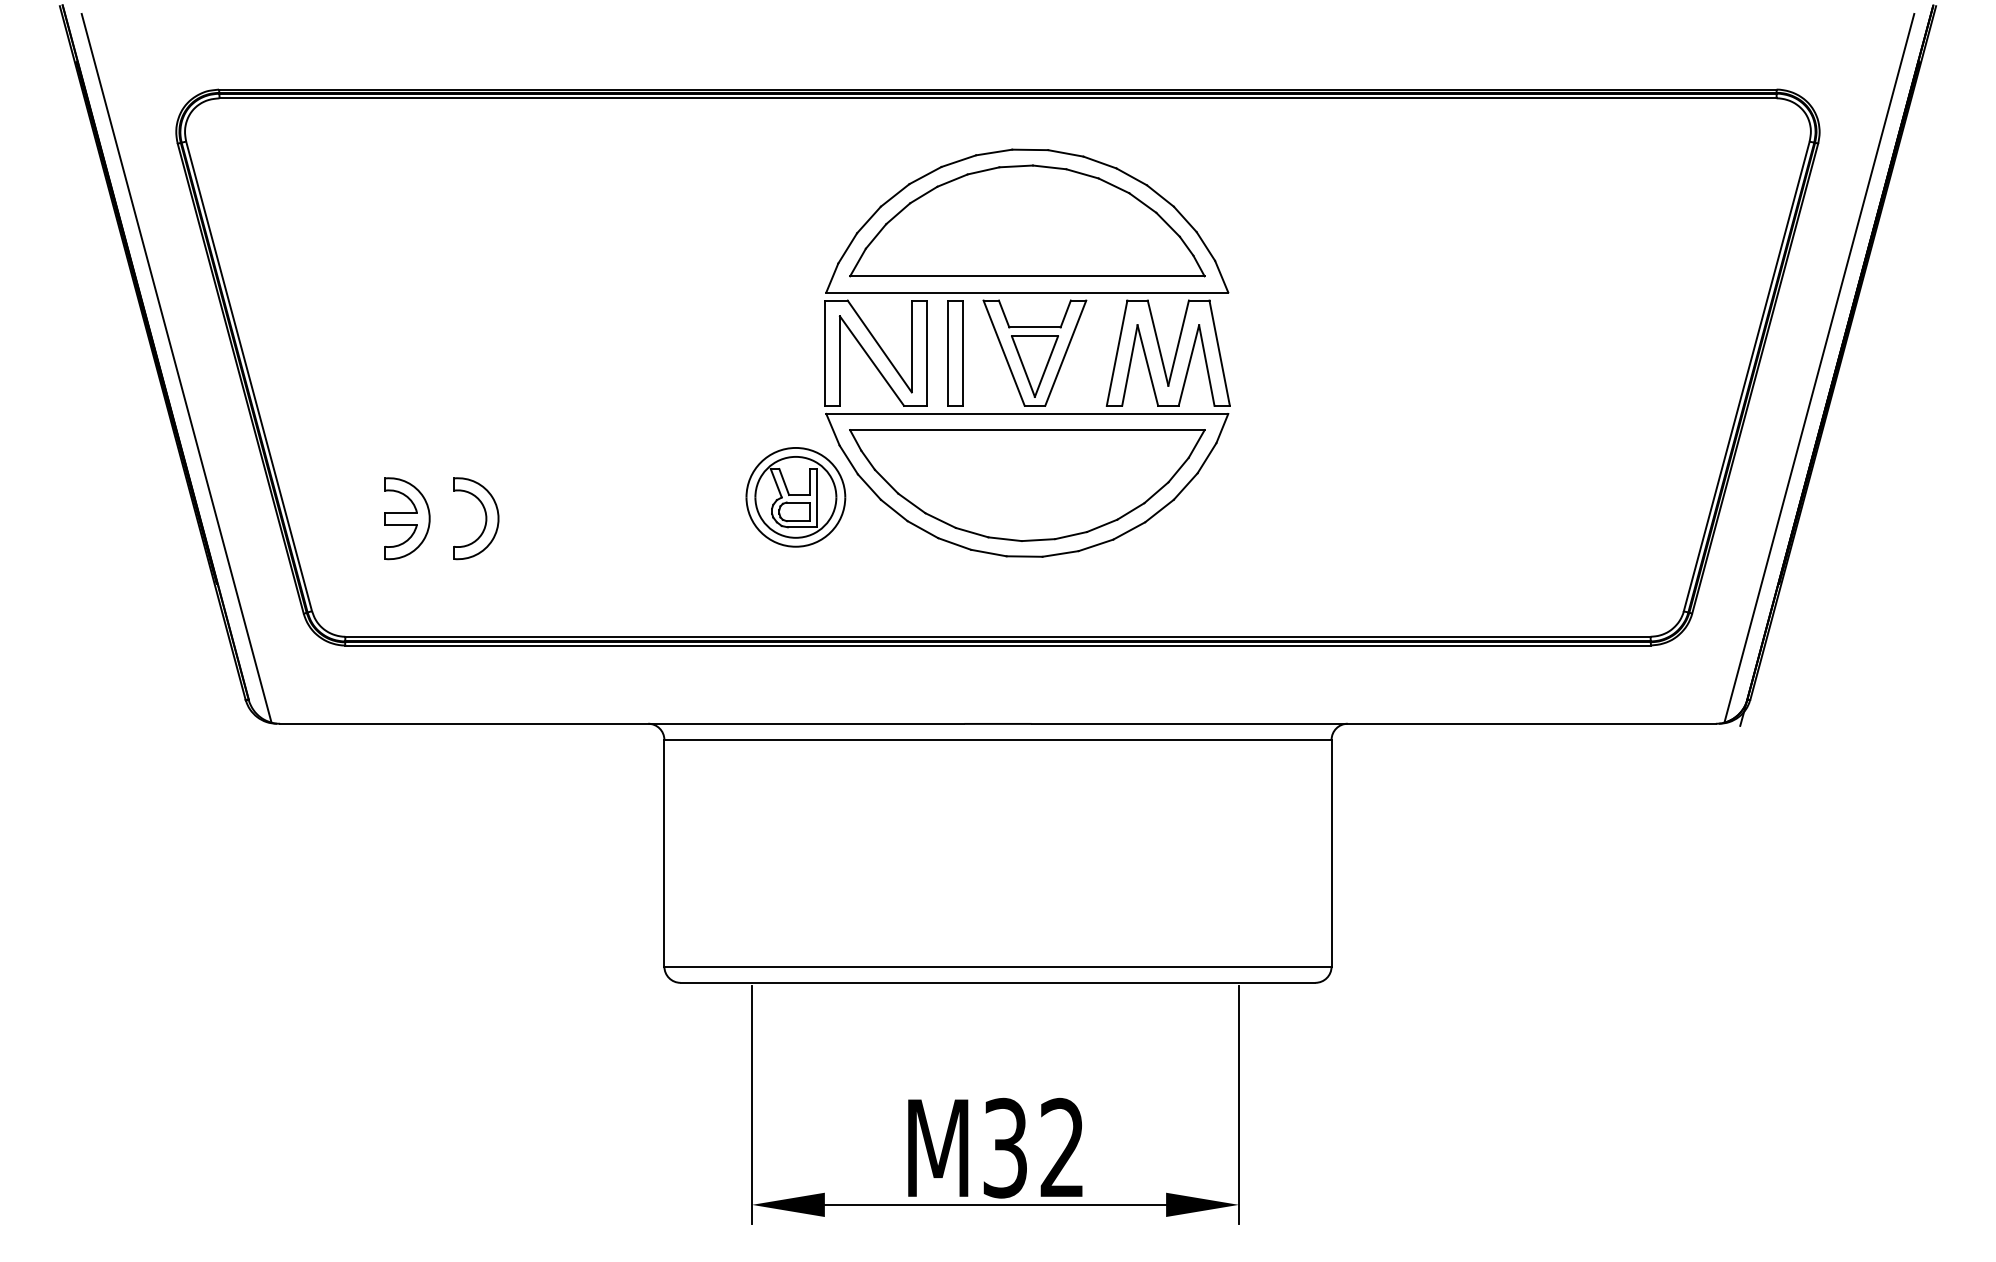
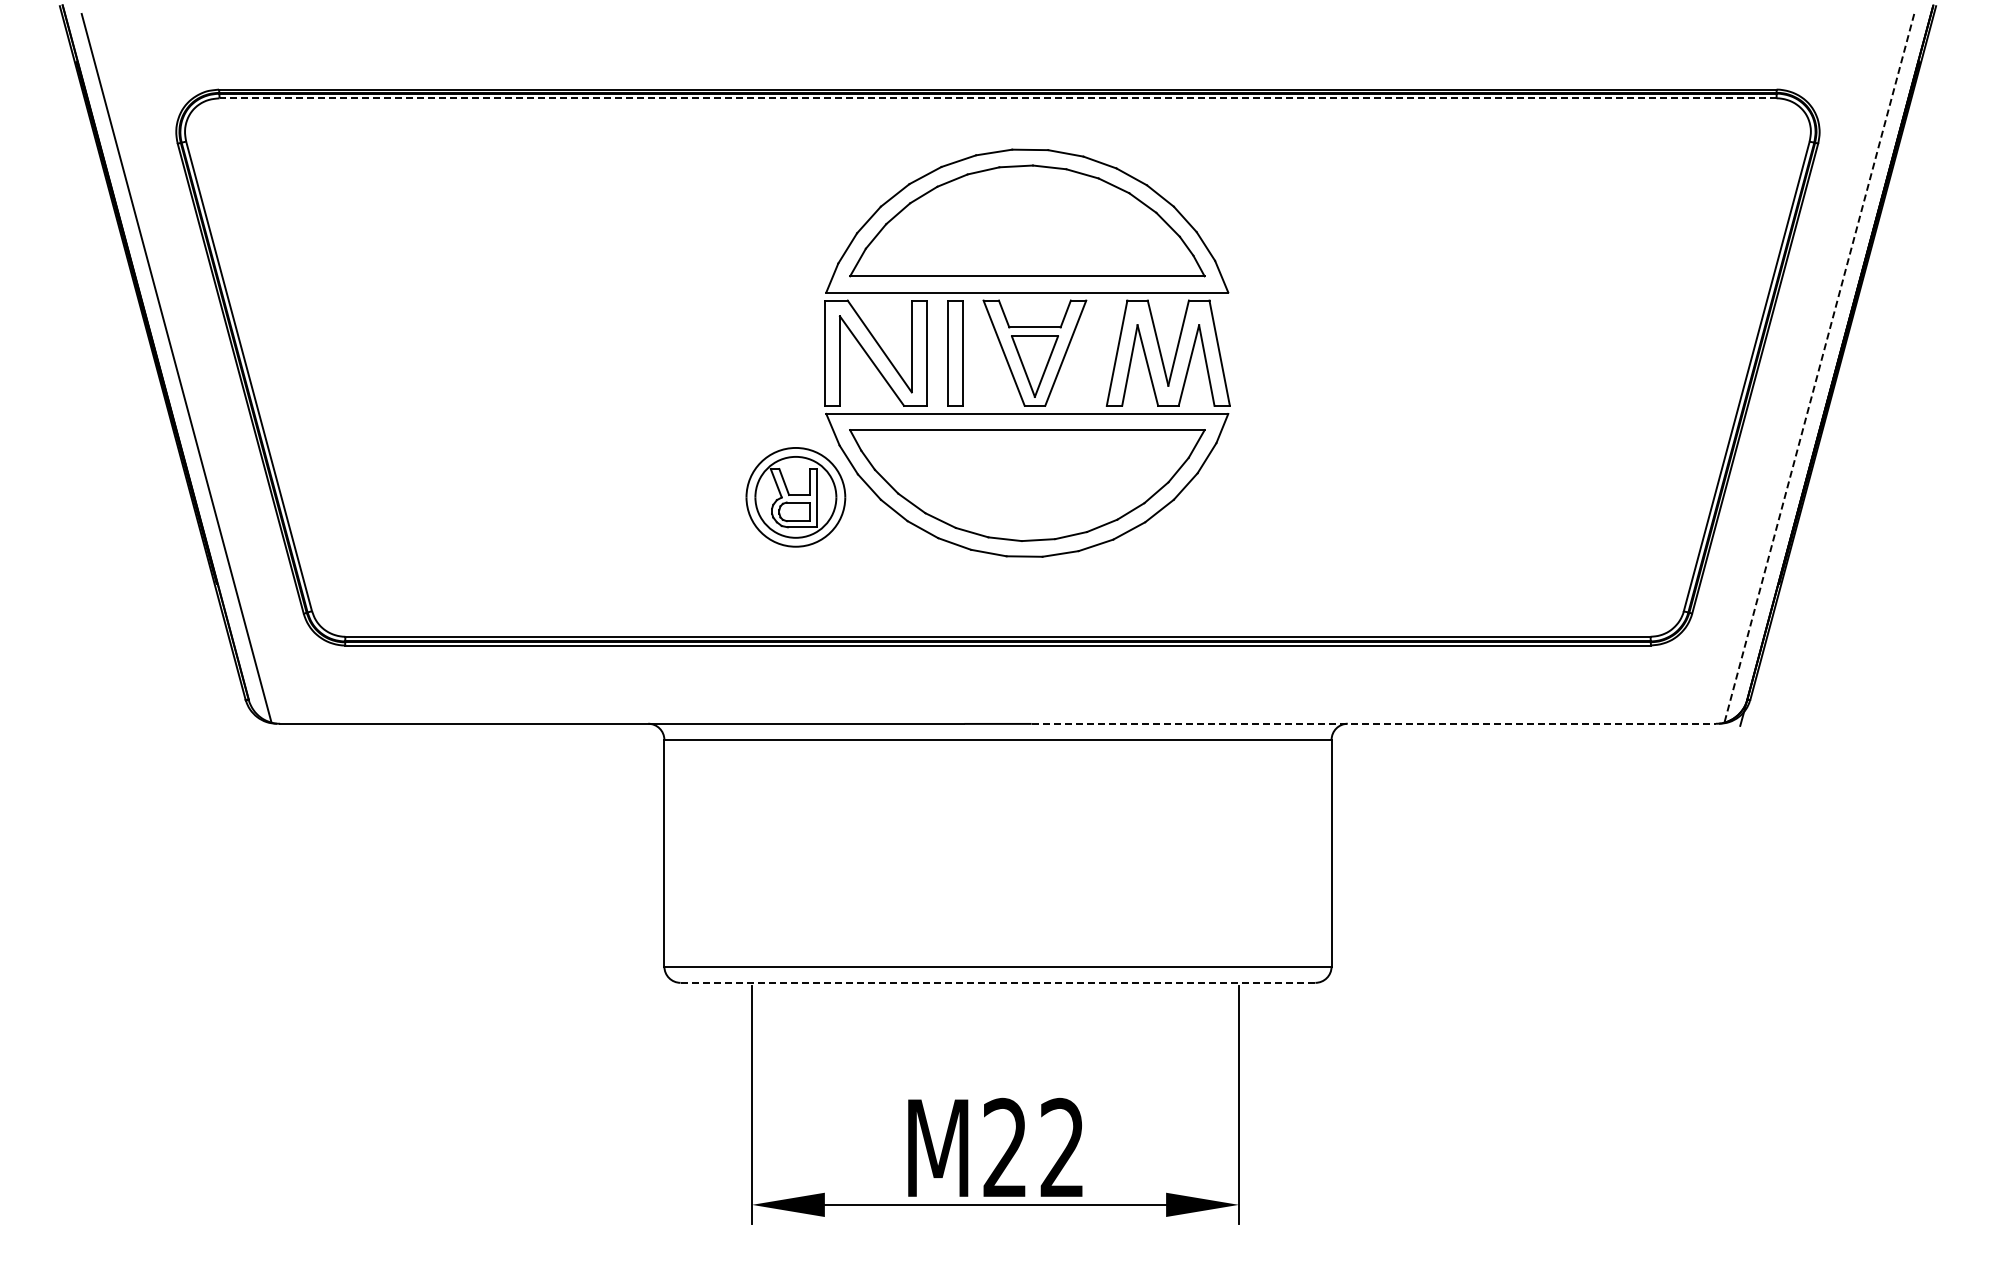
line at (998, 98): solid -> dashed
line at (1819, 368): solid -> dashed
part at (407, 518): present -> none
part at (485, 518): present -> none
line at (1374, 723): solid -> dashed
line at (997, 982): solid -> dashed
text at (1004, 1148): M32 -> M22
